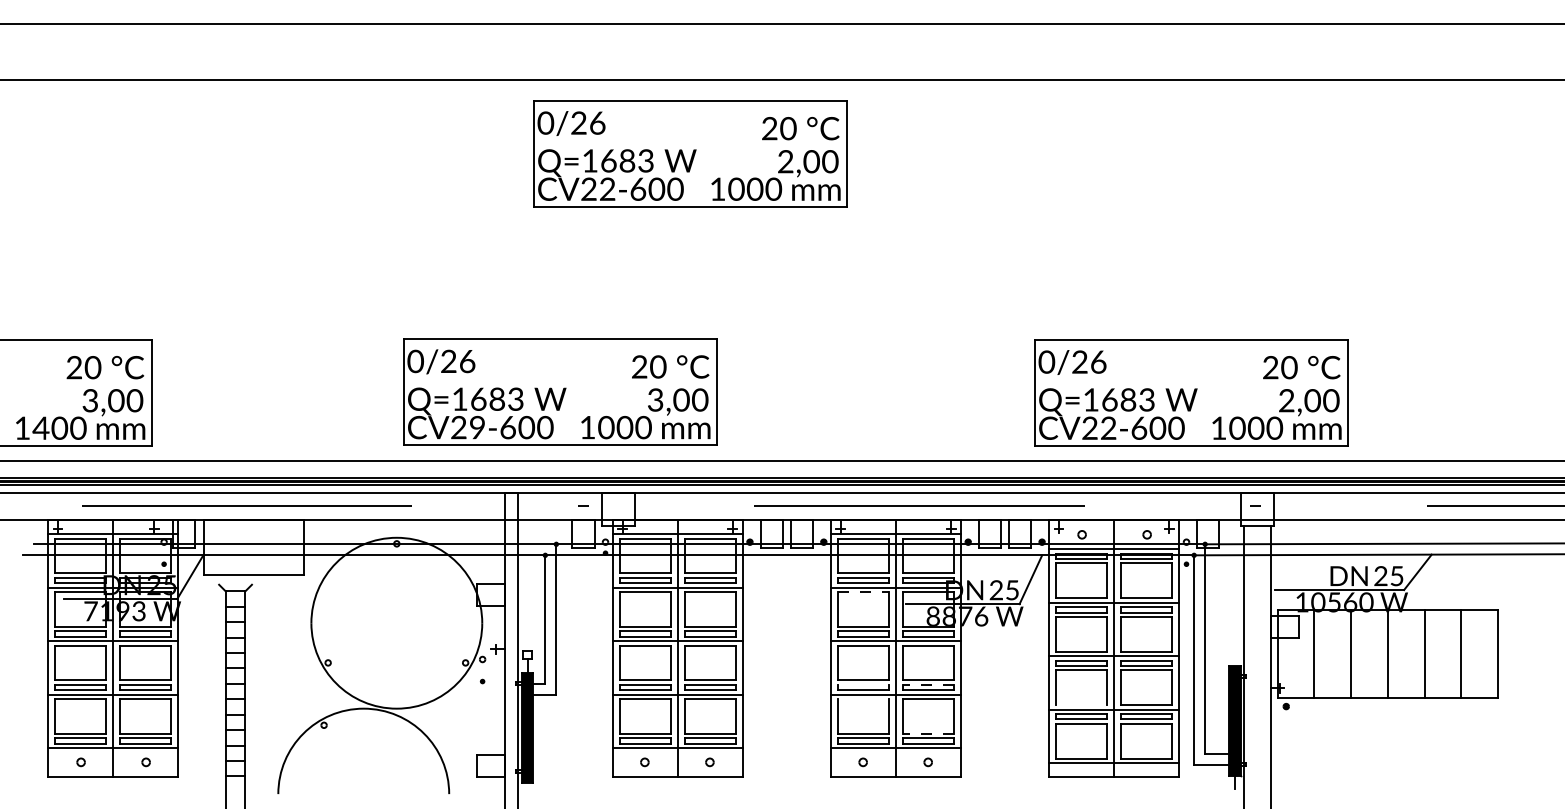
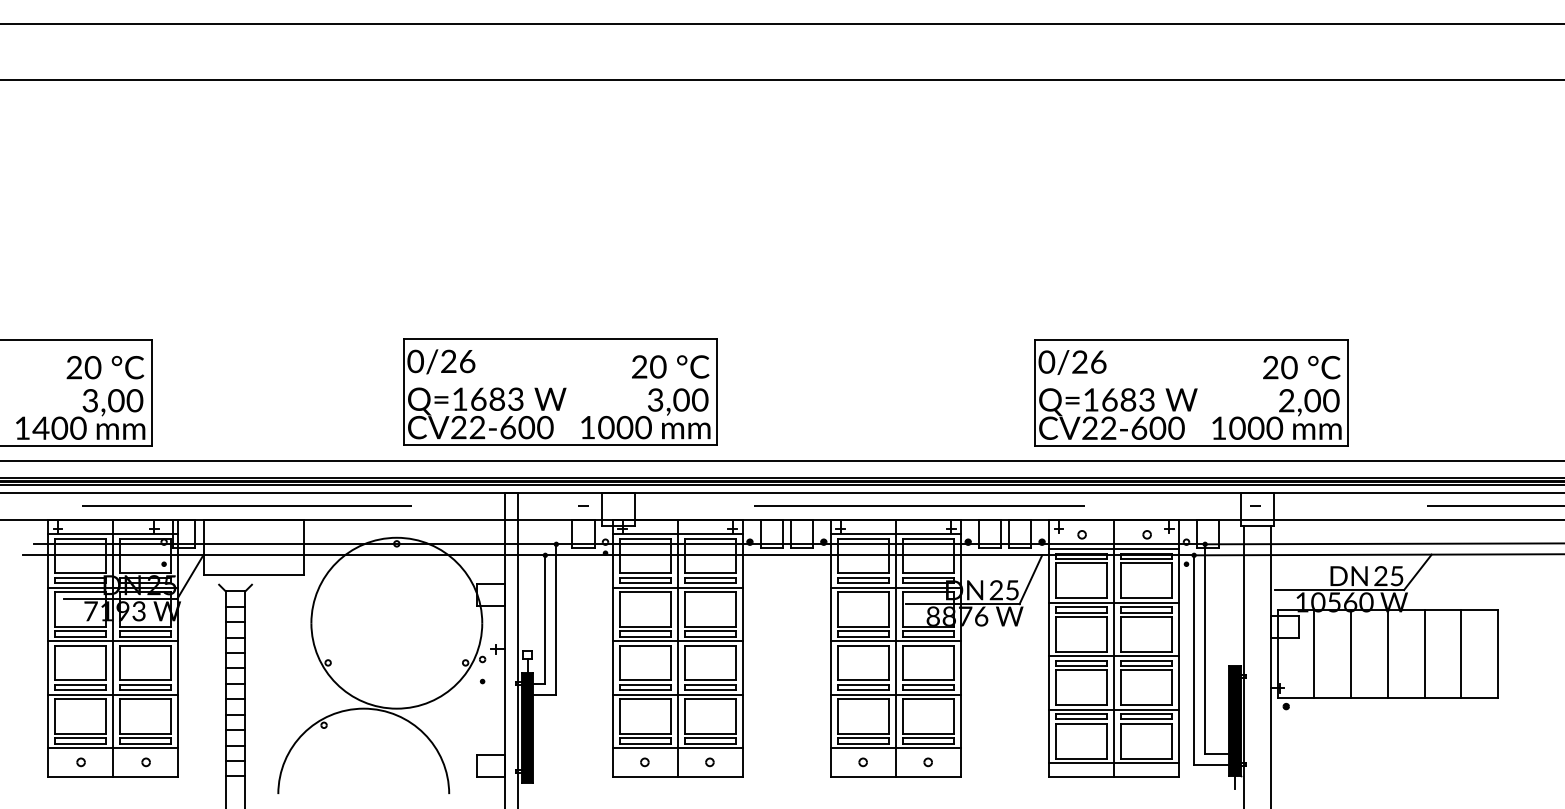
part at (690, 153): present -> none
text at (477, 427): CV29-600 -> CV22-600
line at (863, 592): dashed -> solid
line at (863, 684): none -> present
line at (928, 684): dashed -> solid
line at (863, 698): none -> present
line at (1081, 705): none -> present
line at (928, 733): dashed -> solid
